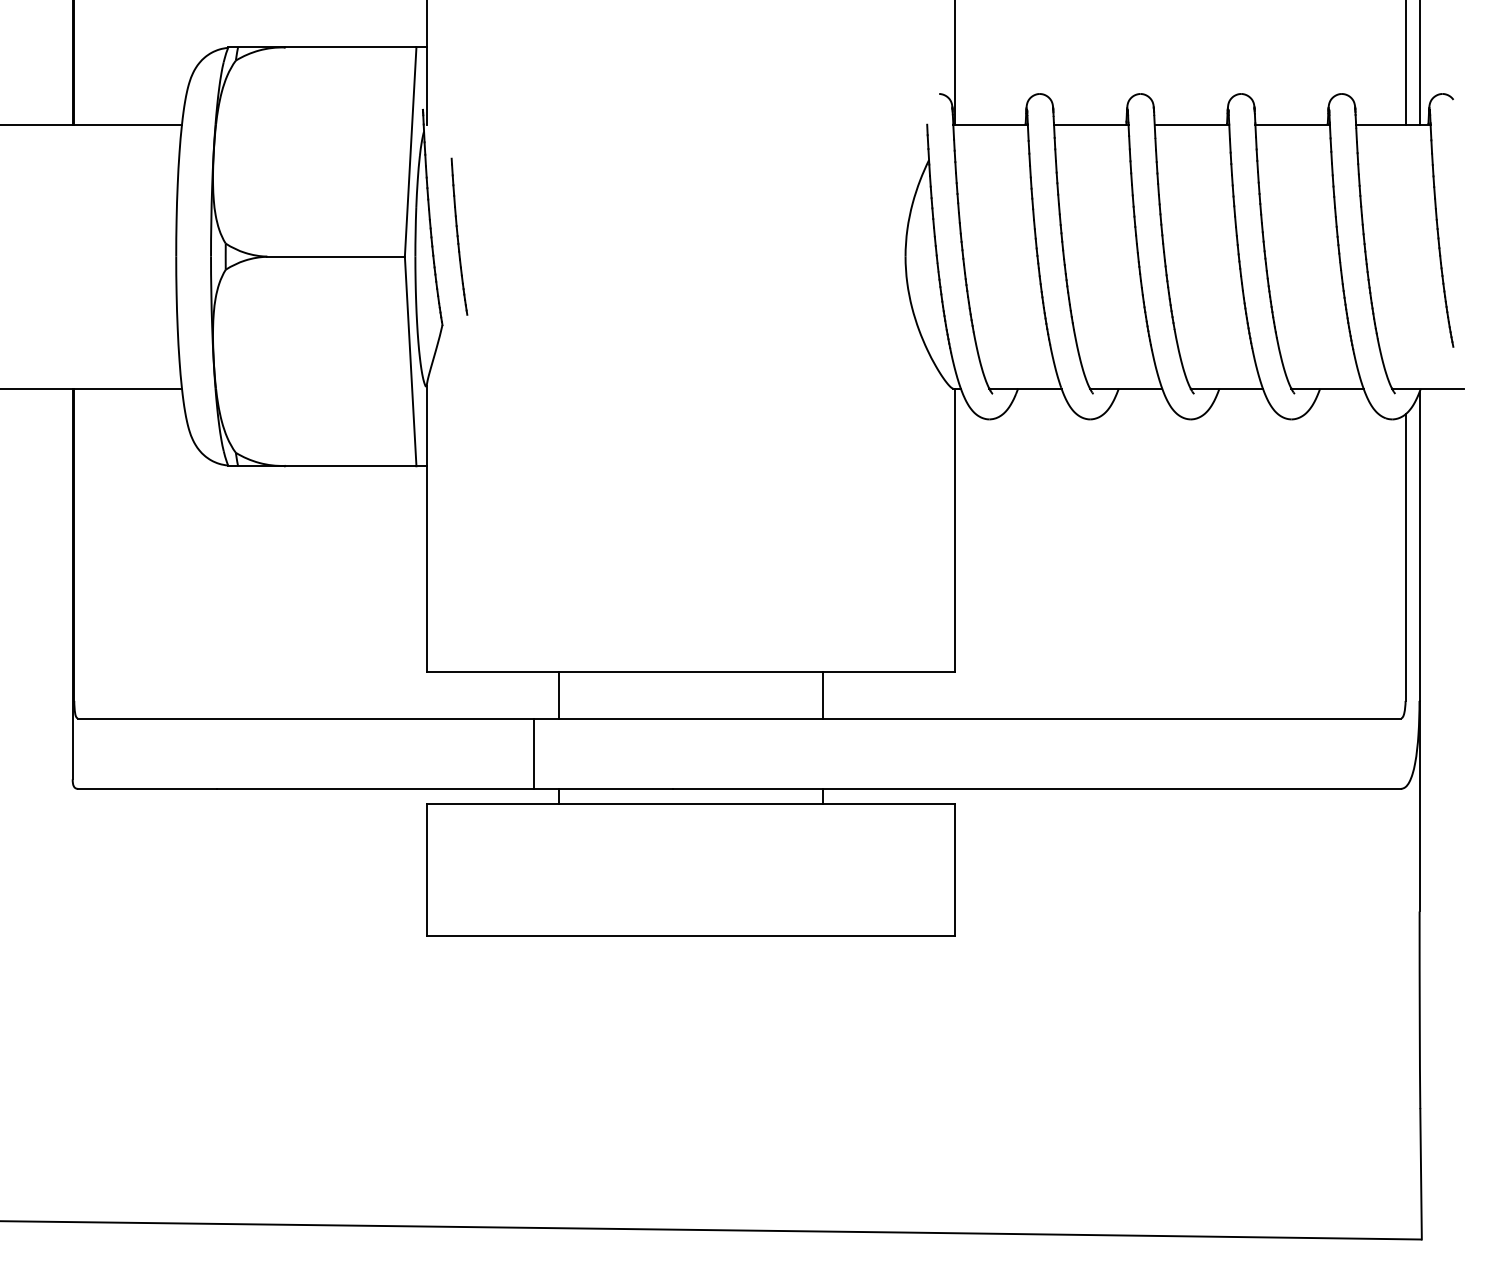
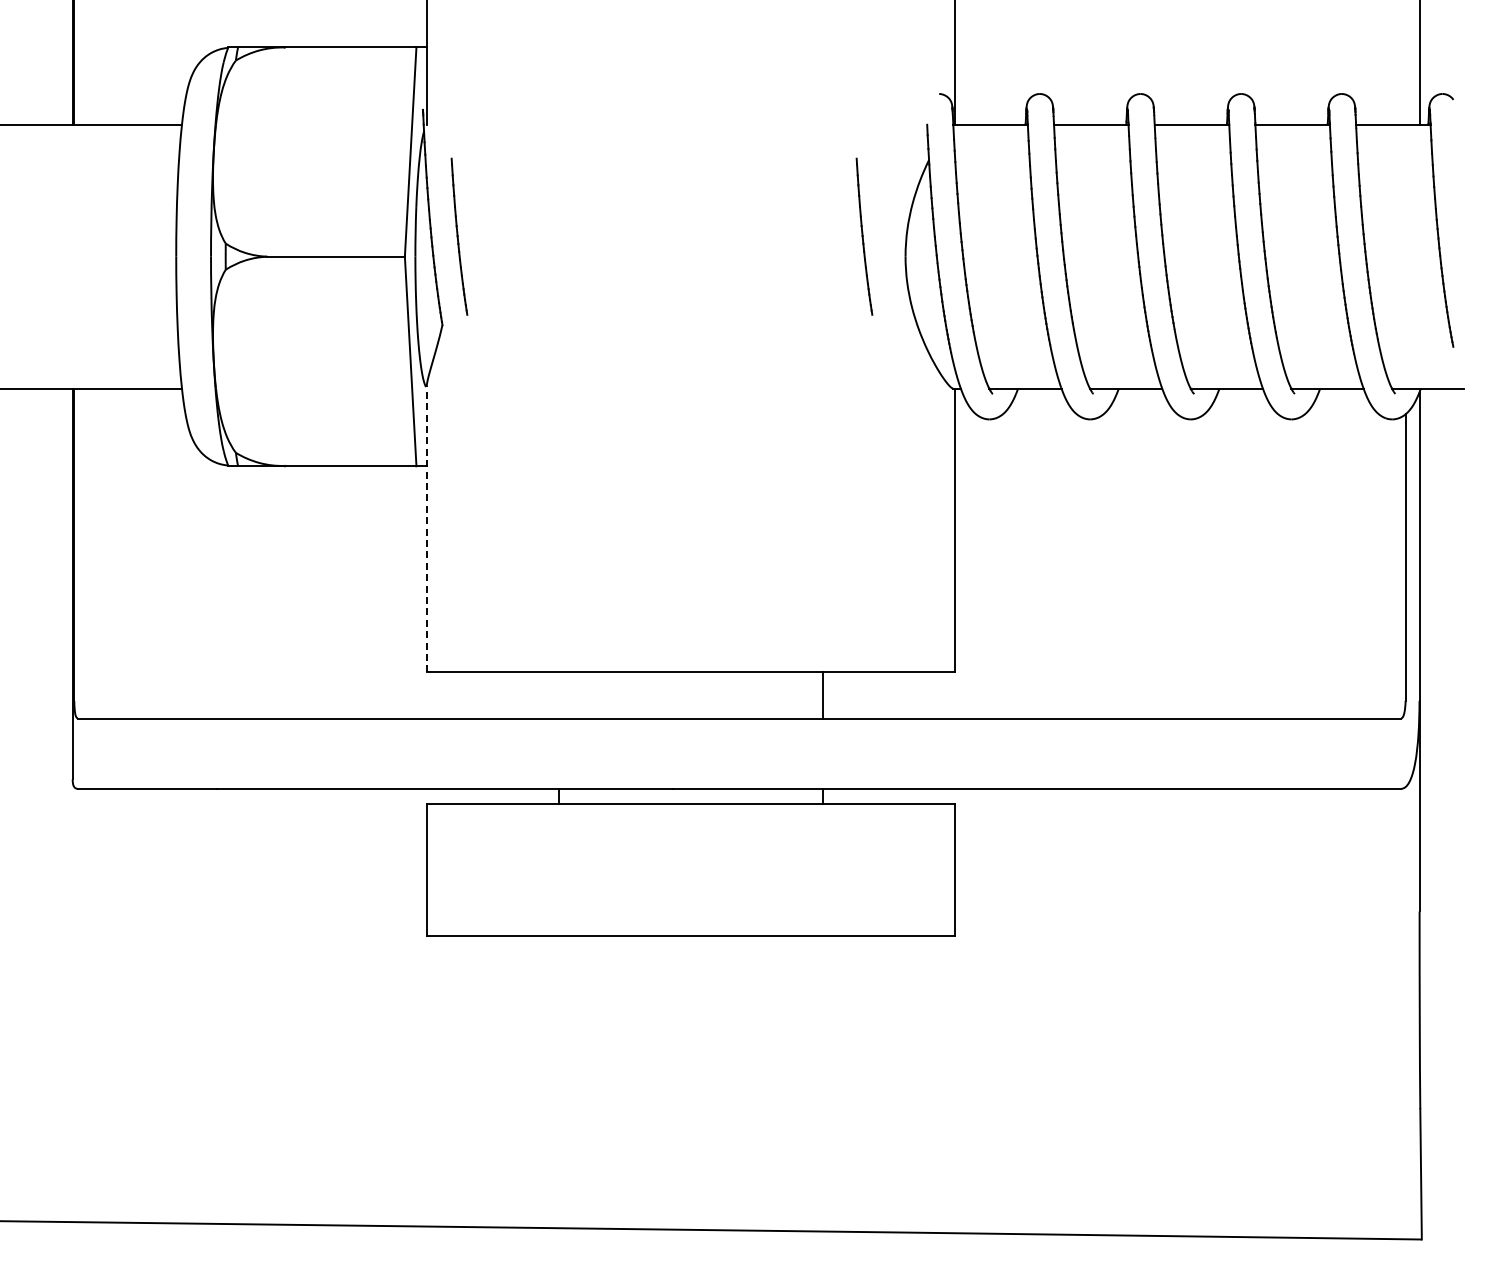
line at (1405, 63): present -> none
part at (864, 236): none -> present
line at (426, 528): solid -> dashed
line at (558, 695): present -> none
line at (534, 753): present -> none
